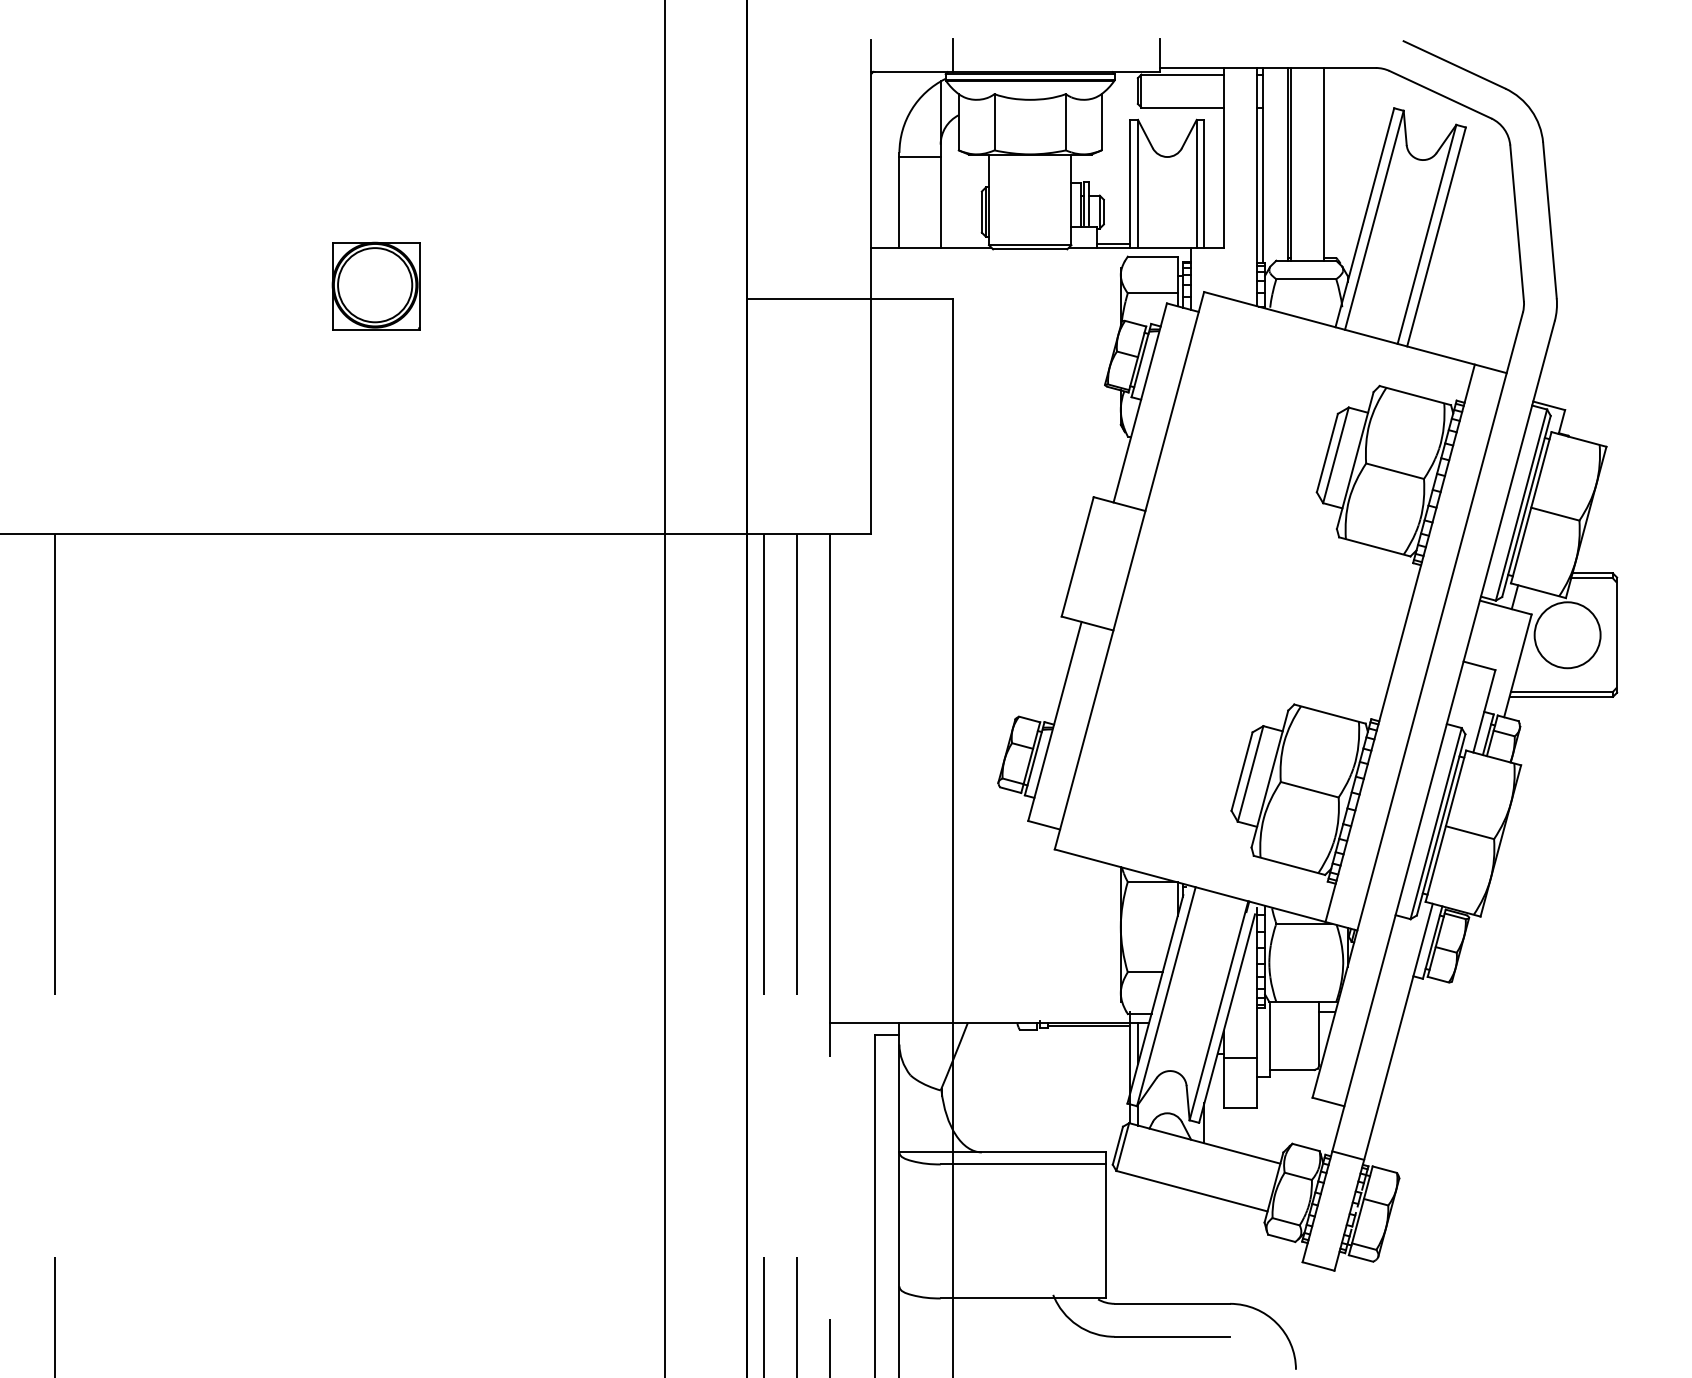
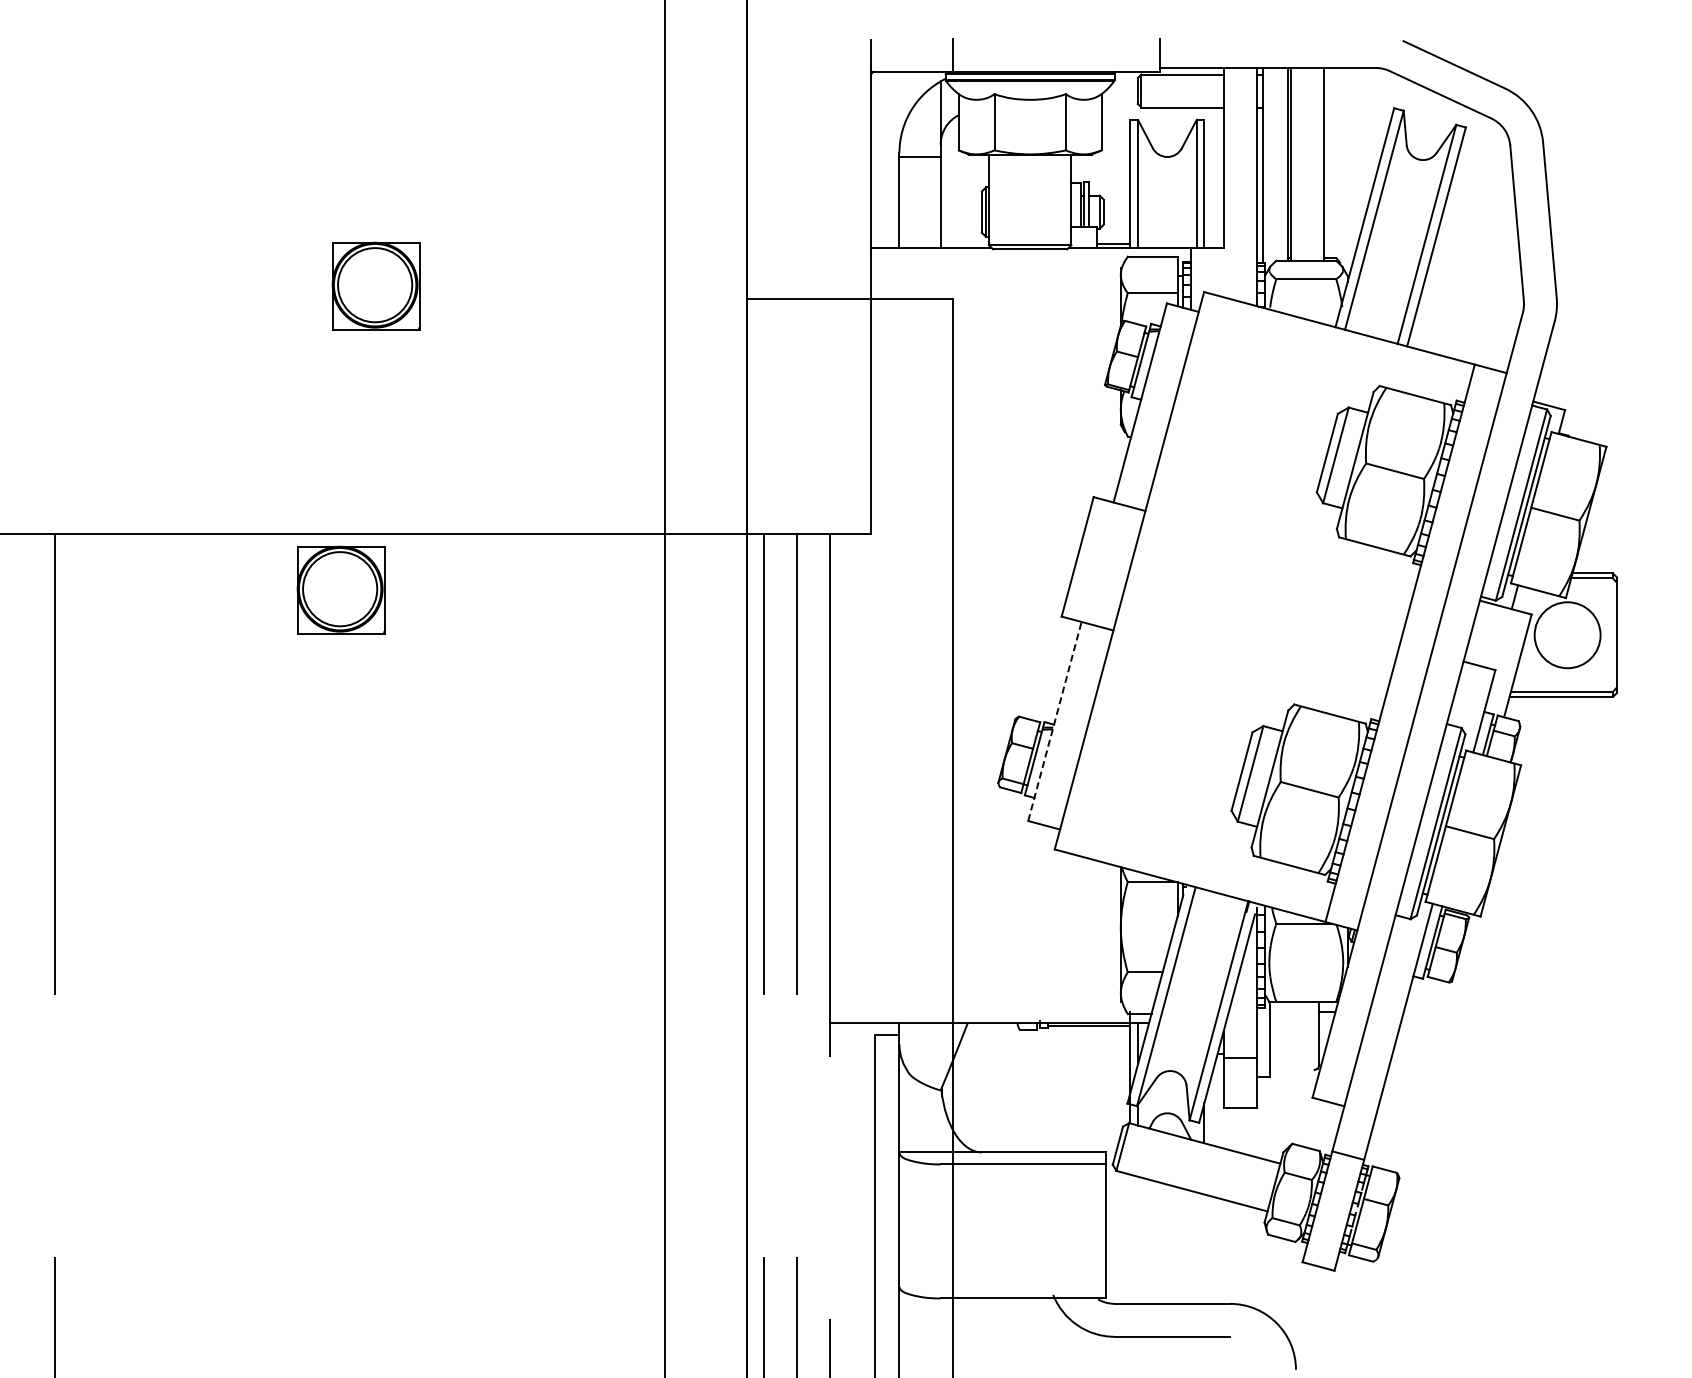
part at (340, 589): none -> present
line at (1055, 721): solid -> dashed
line at (1292, 1070): present -> none
